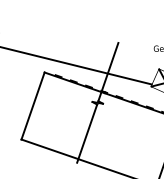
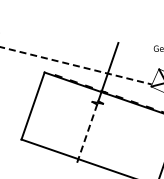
line at (76, 65): solid -> dashed
line at (87, 133): solid -> dashed
